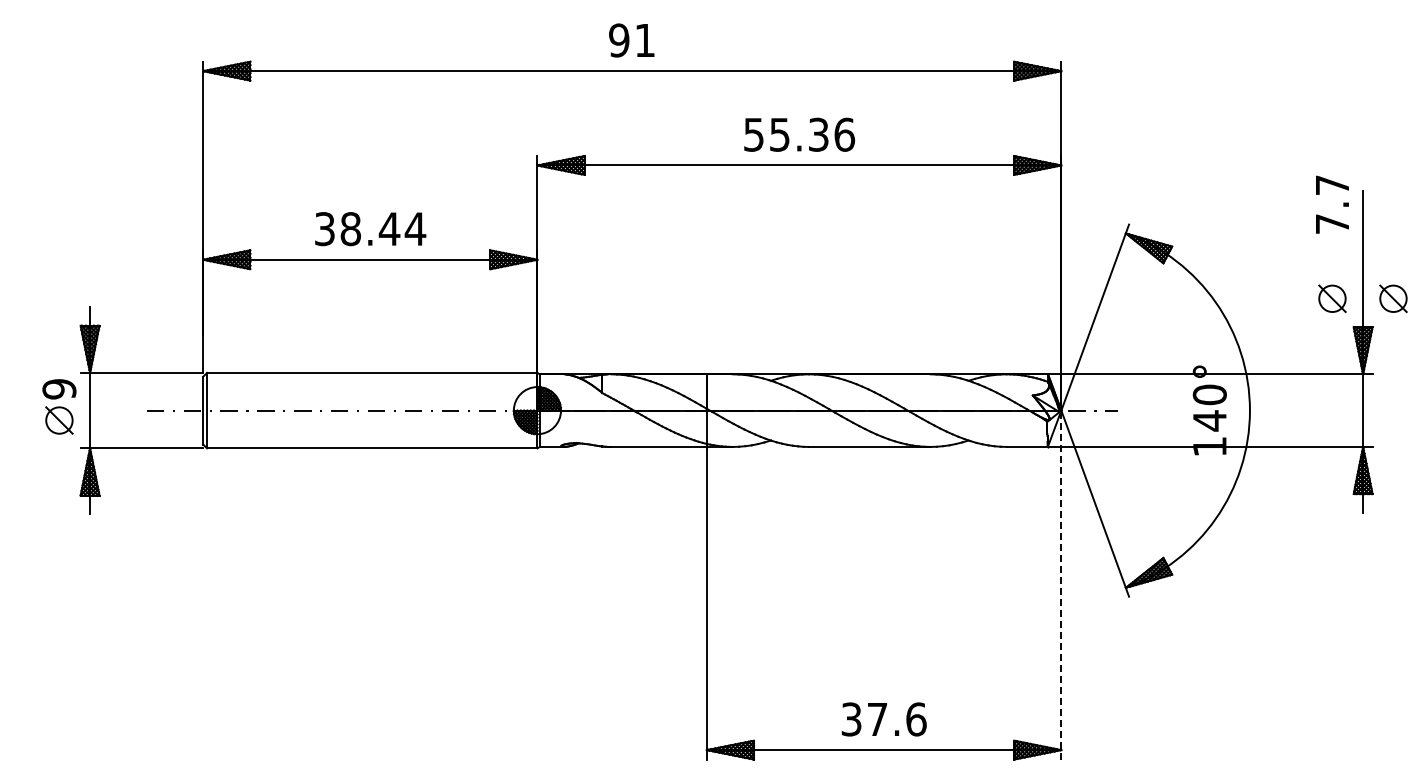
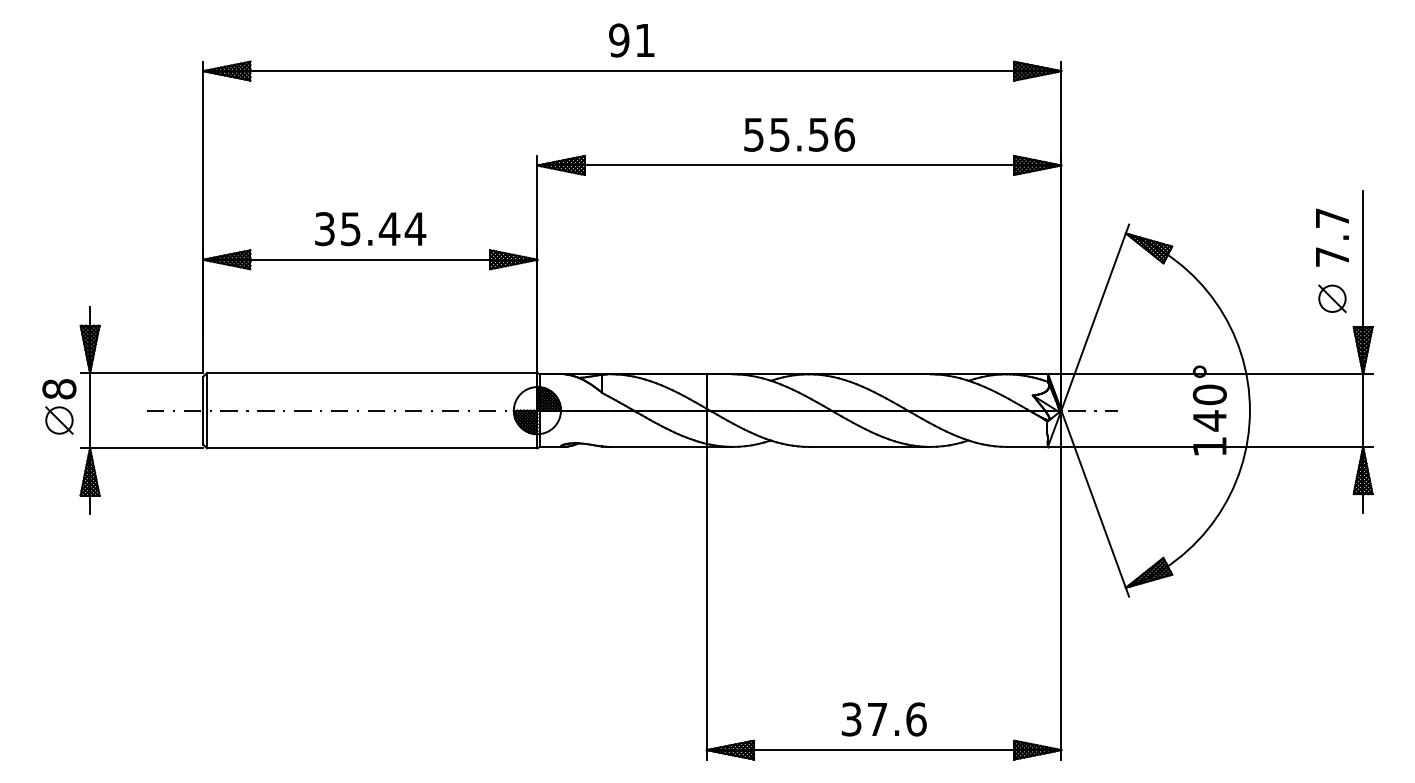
text at (818, 134): 55.36 -> 55.56
text at (1332, 204) position: (1332, 204) -> (1332, 237)
text at (350, 229): 38.44 -> 35.44
part at (1393, 298): present -> none
text at (59, 389): 9 -> 8
line at (1061, 584): dashed -> solid
